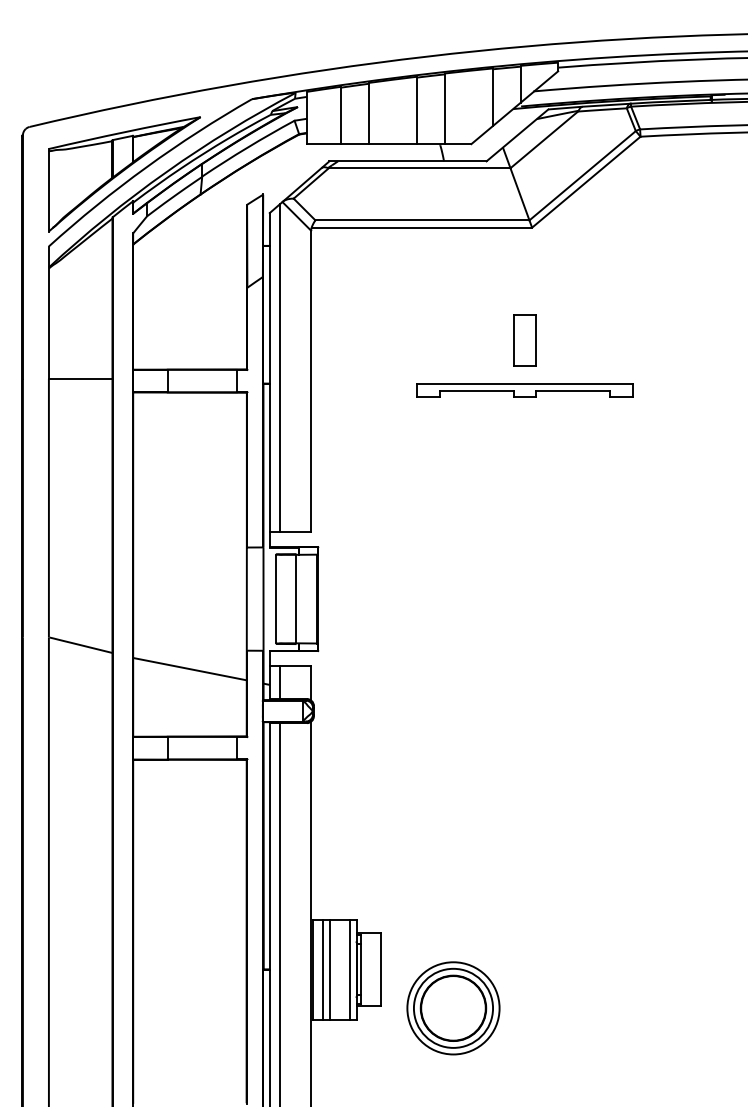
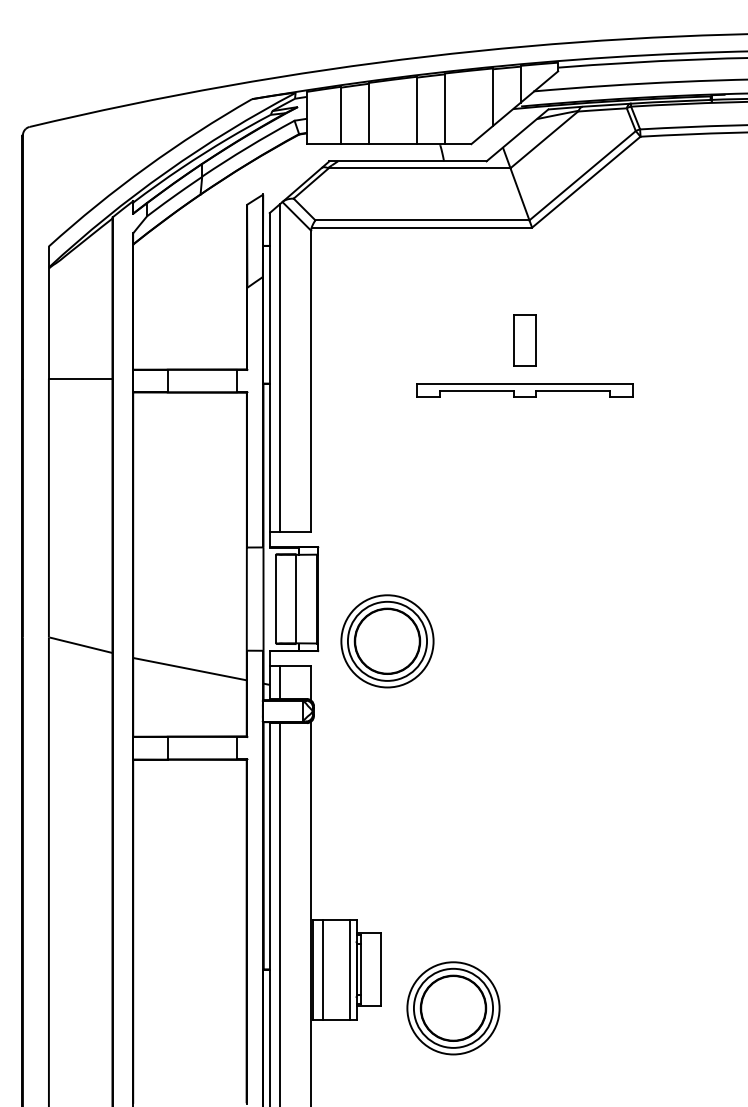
part at (124, 174): present -> none
part at (387, 641): none -> present
line at (329, 969): present -> none
